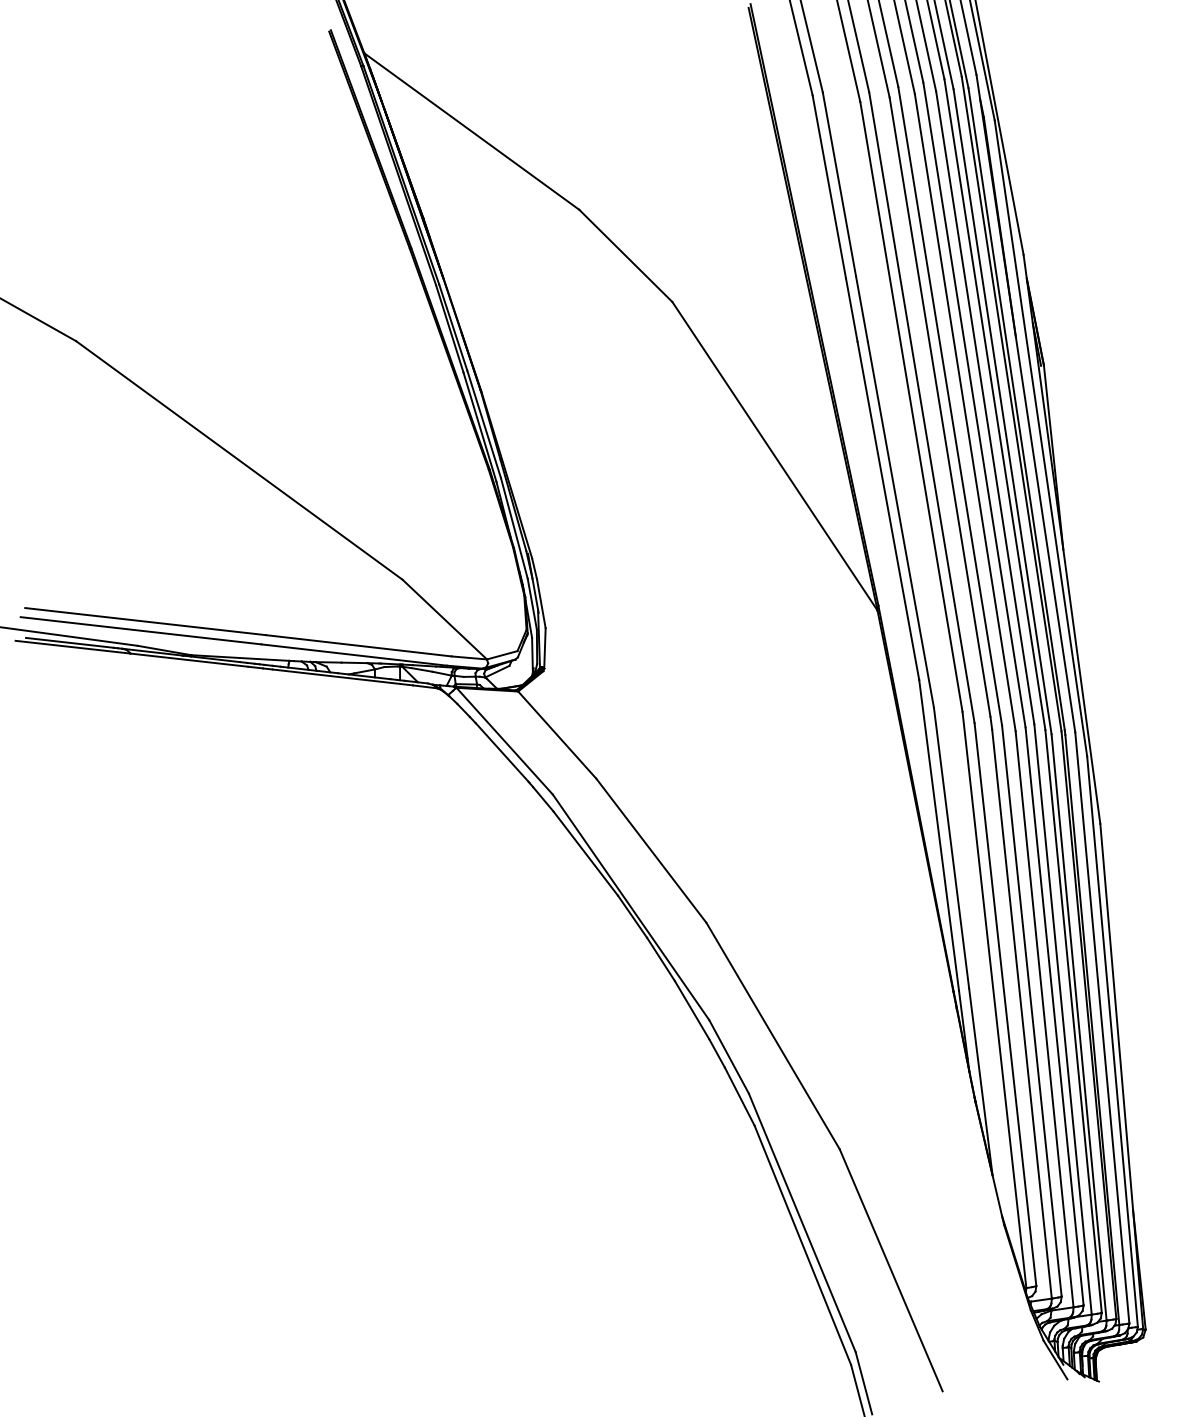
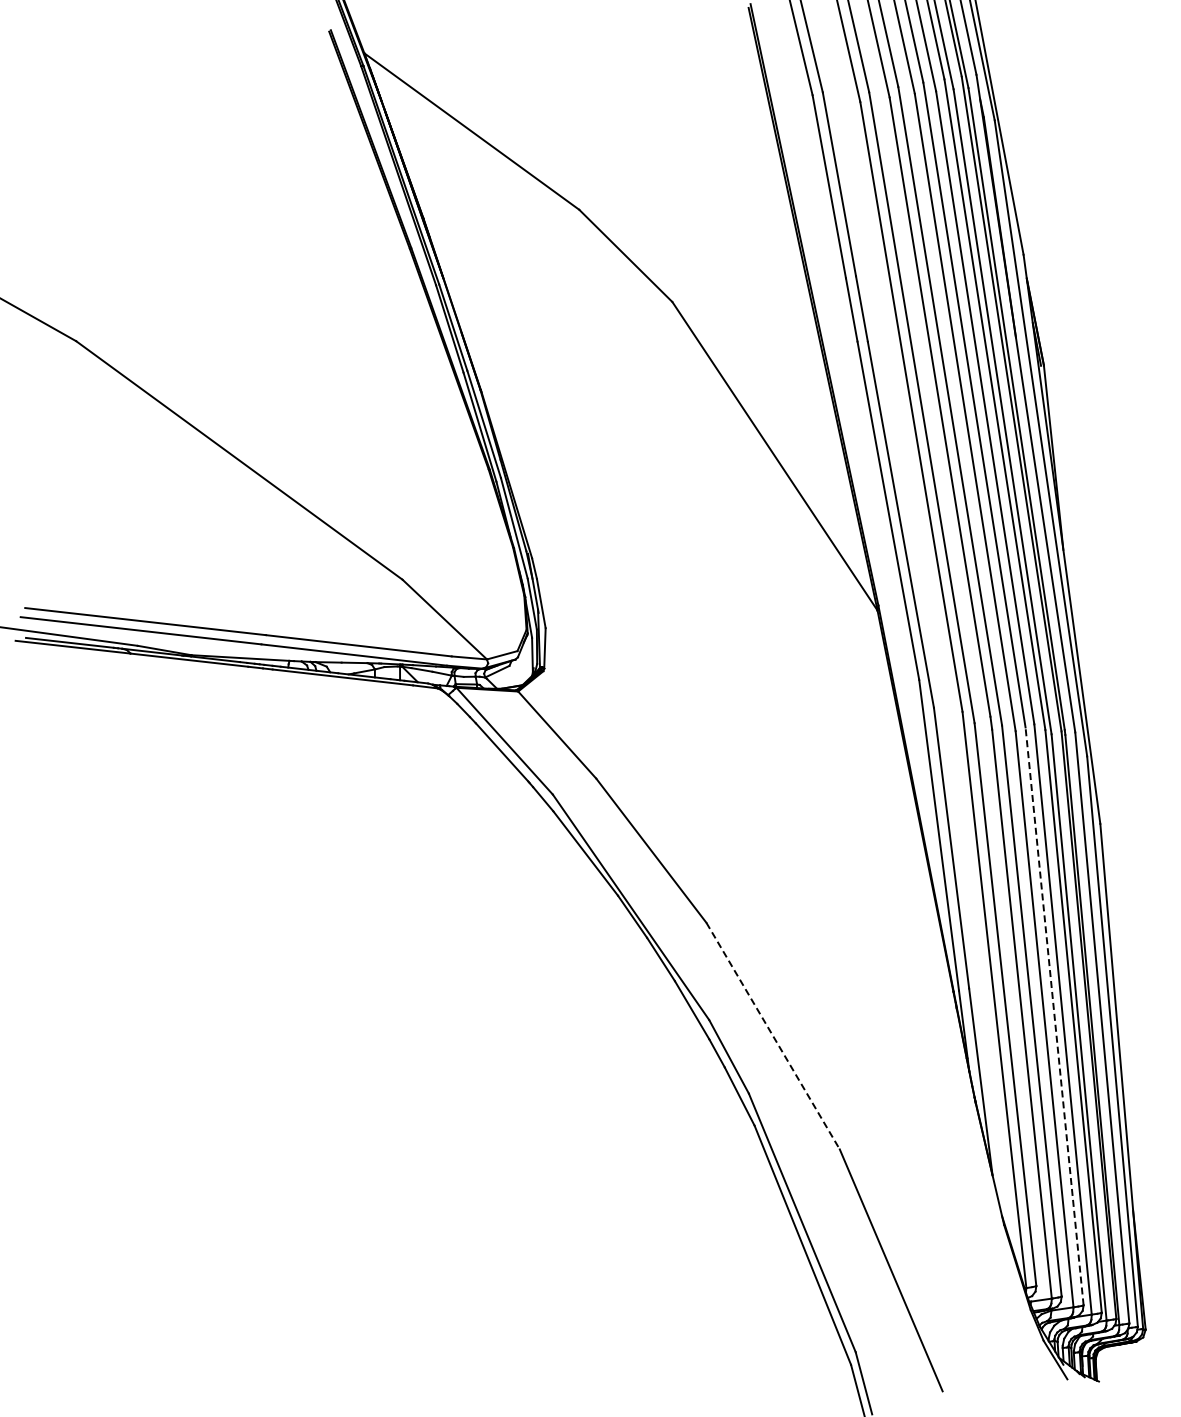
line at (1054, 1015): solid -> dashed
line at (773, 1036): solid -> dashed
